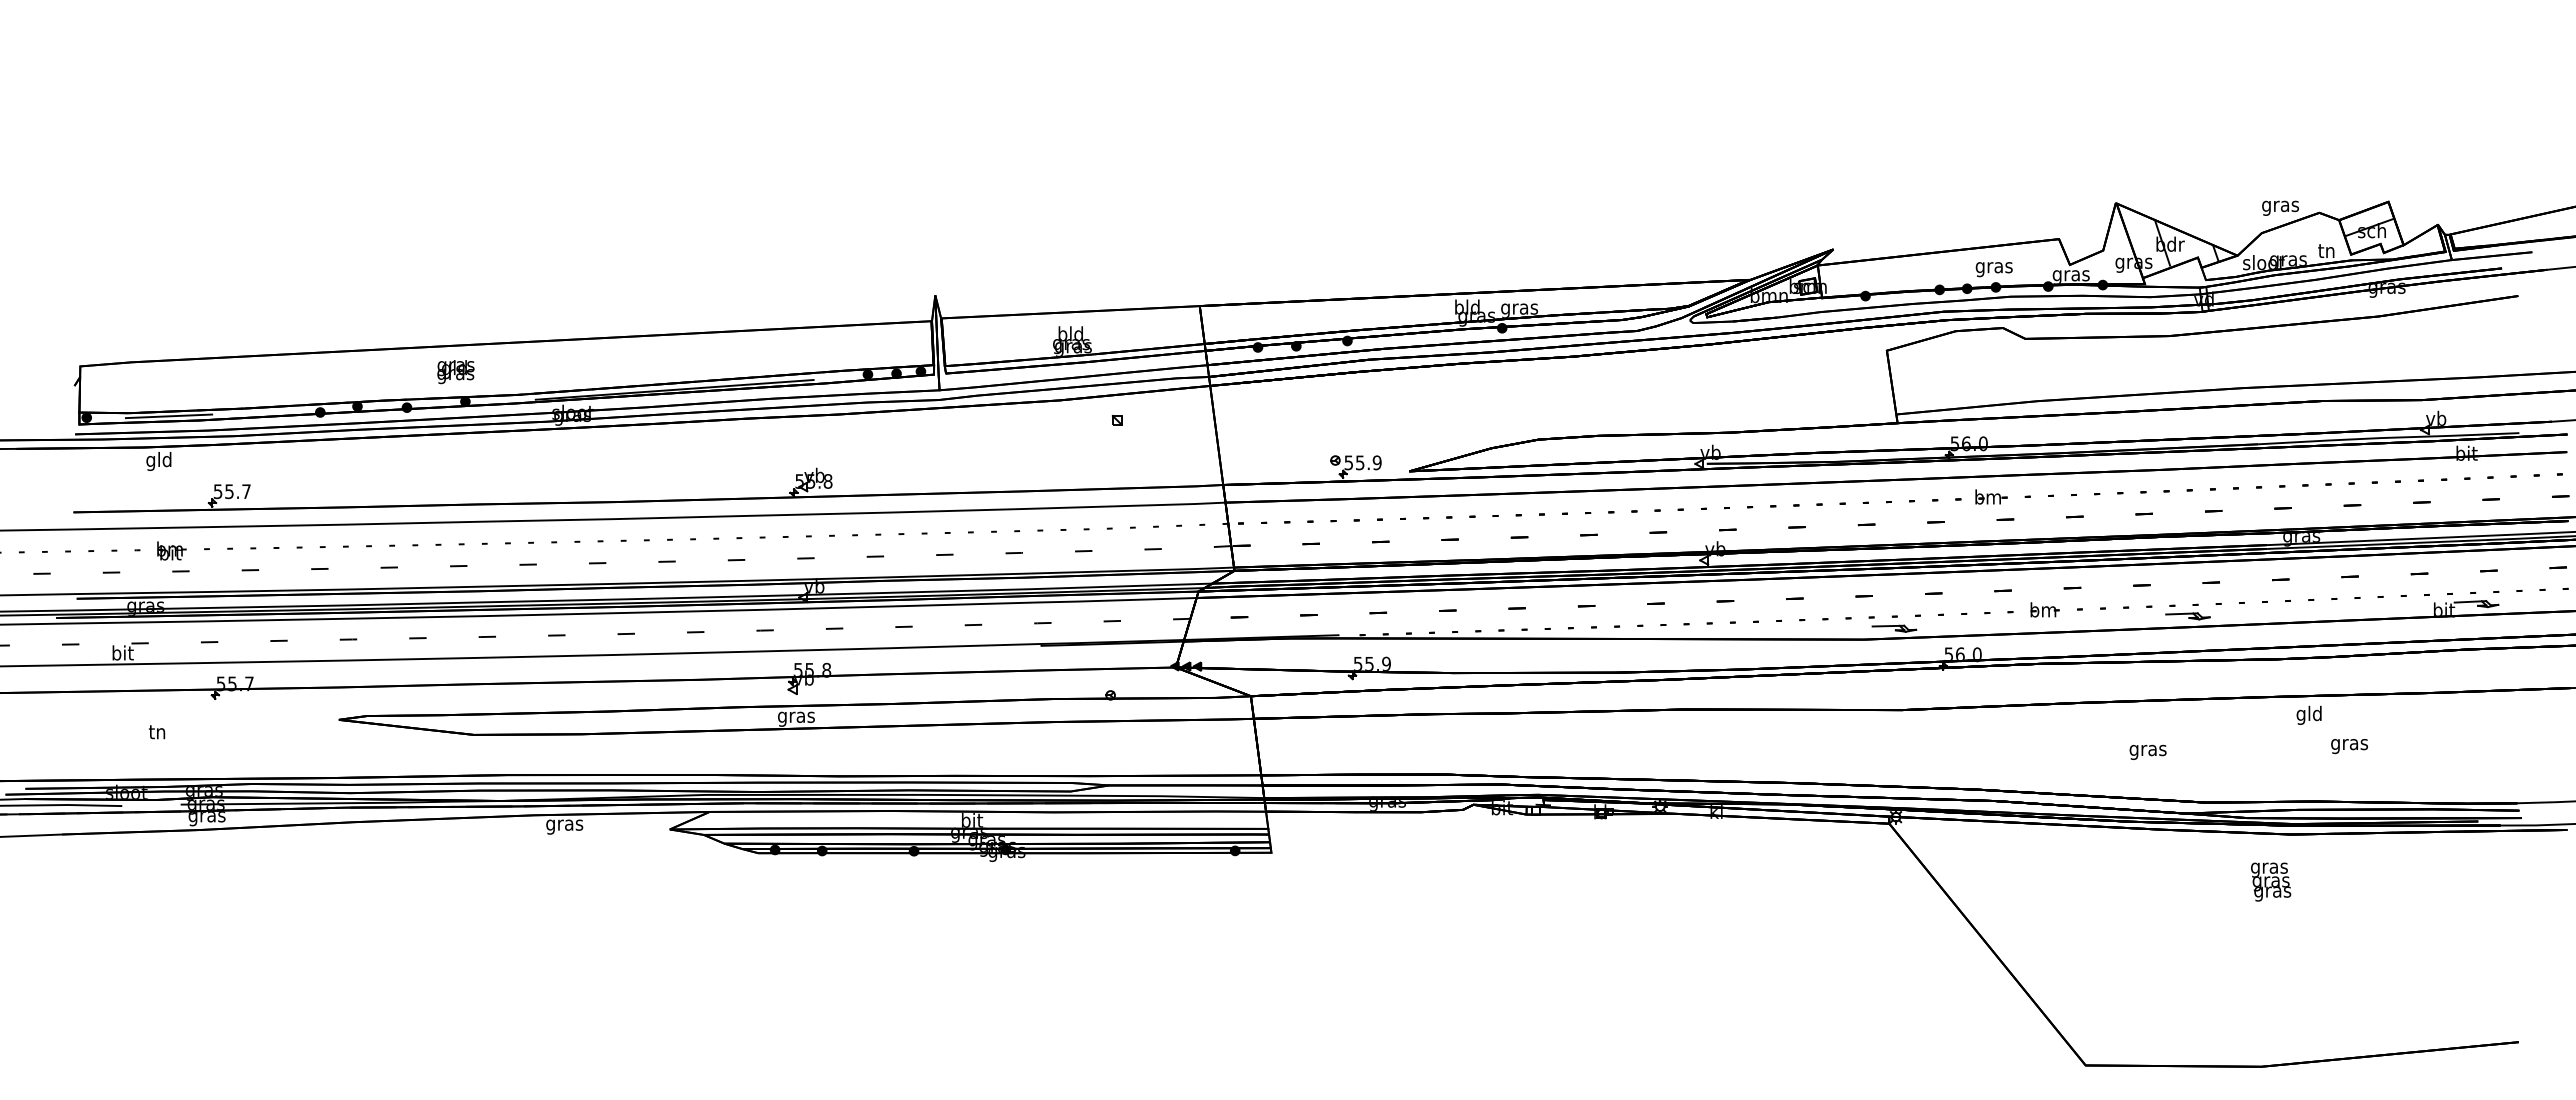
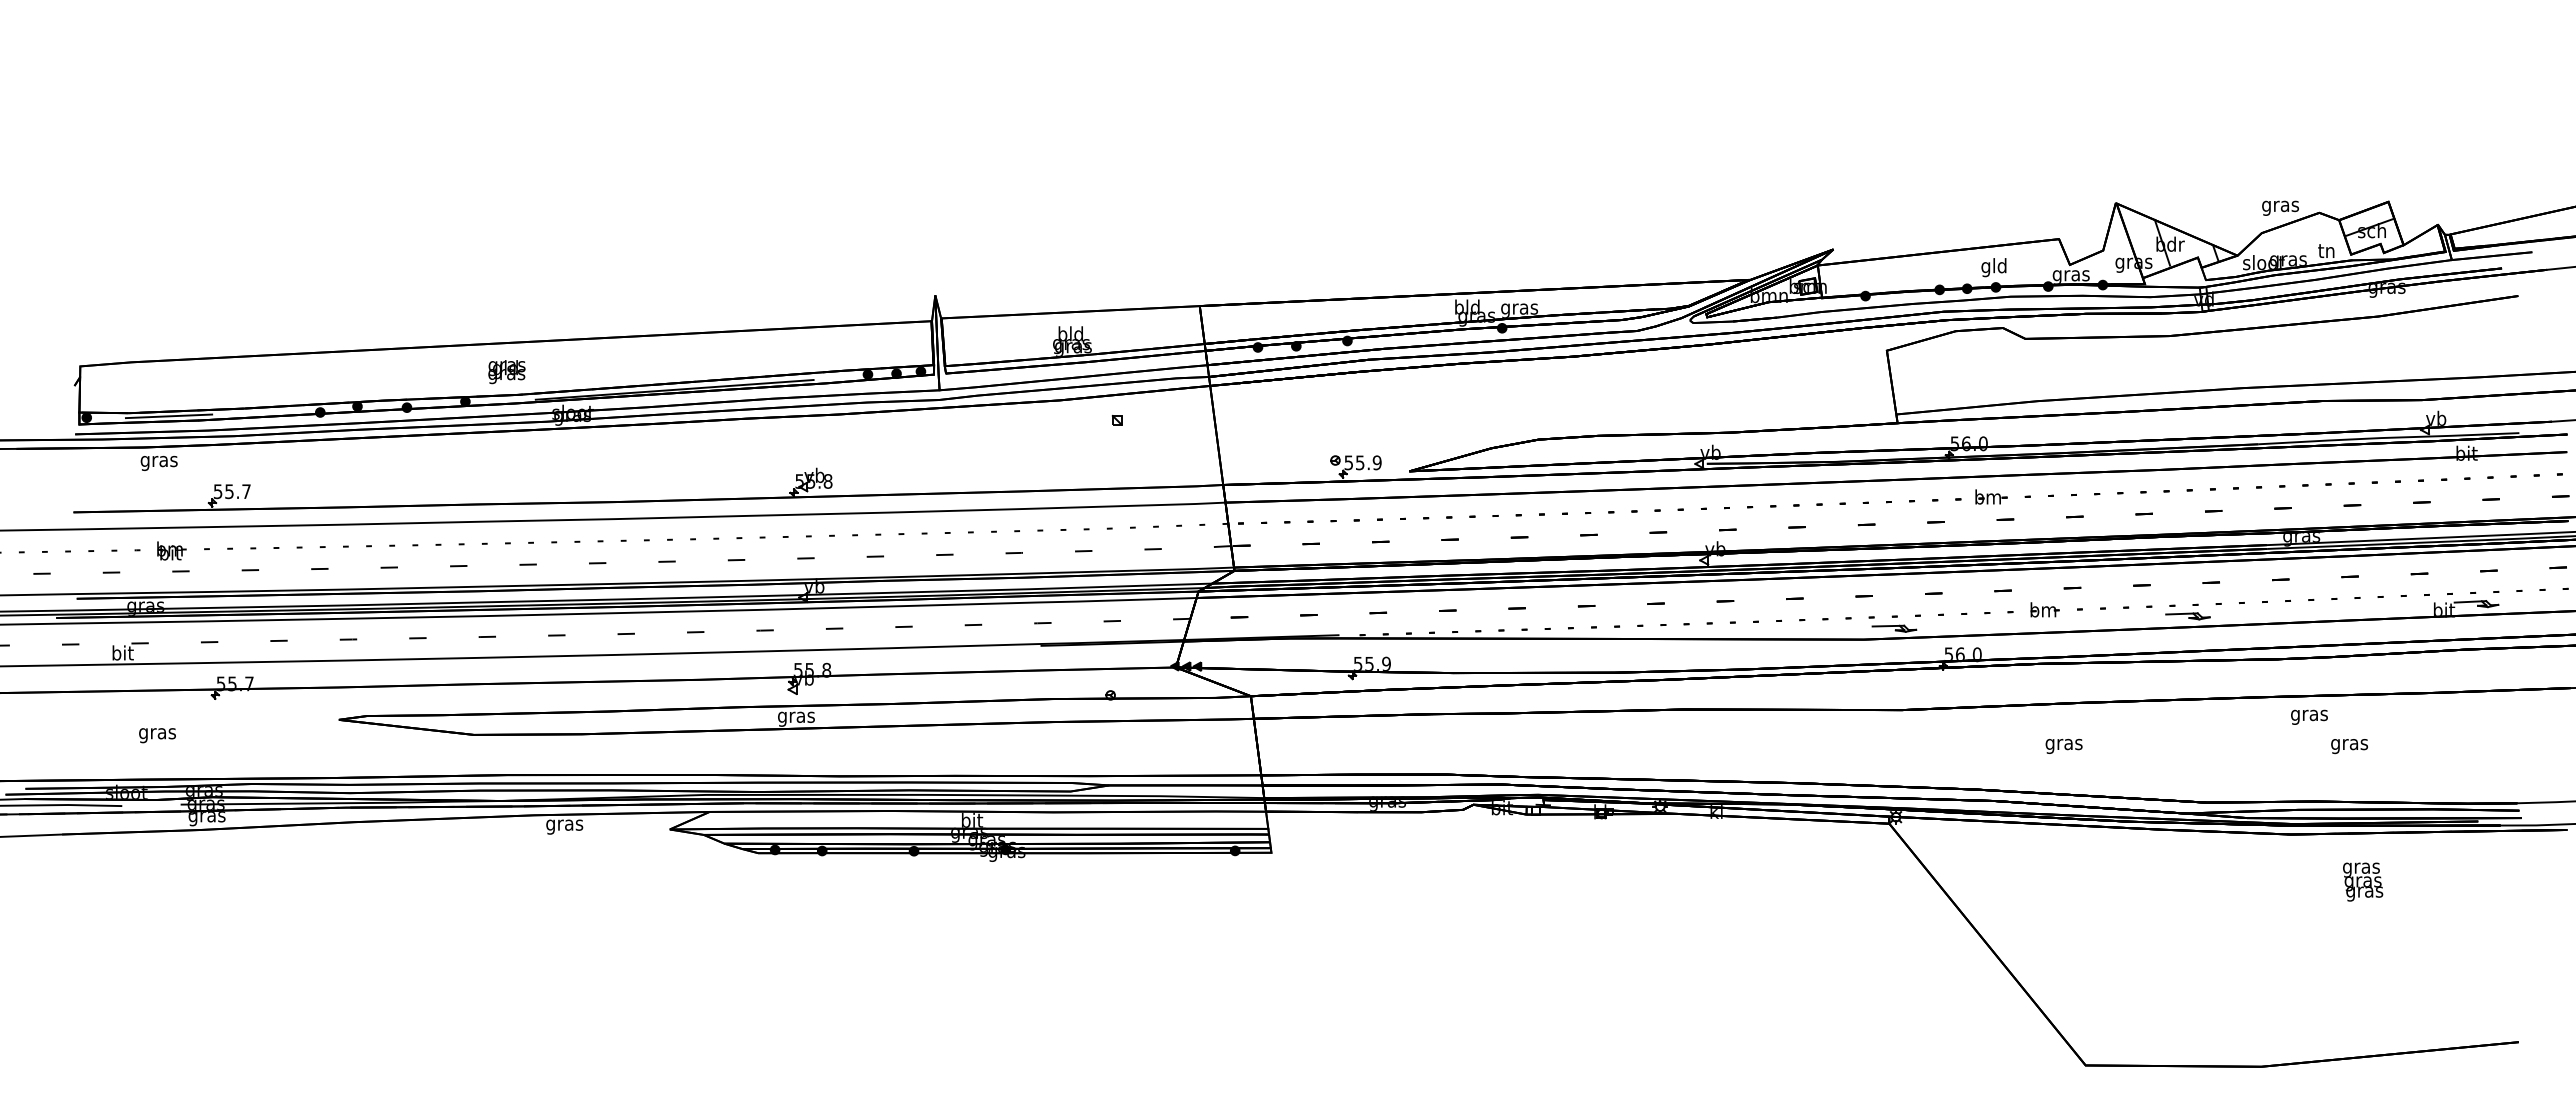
text at (1993, 267): gras -> gld
text at (455, 372) position: (455, 372) -> (506, 372)
text at (158, 461): gld -> gras
text at (2309, 714): gld -> gras
text at (157, 734): tn -> gras
text at (2147, 751) position: (2147, 751) -> (2063, 745)
text at (2271, 881) position: (2271, 881) -> (2363, 881)
